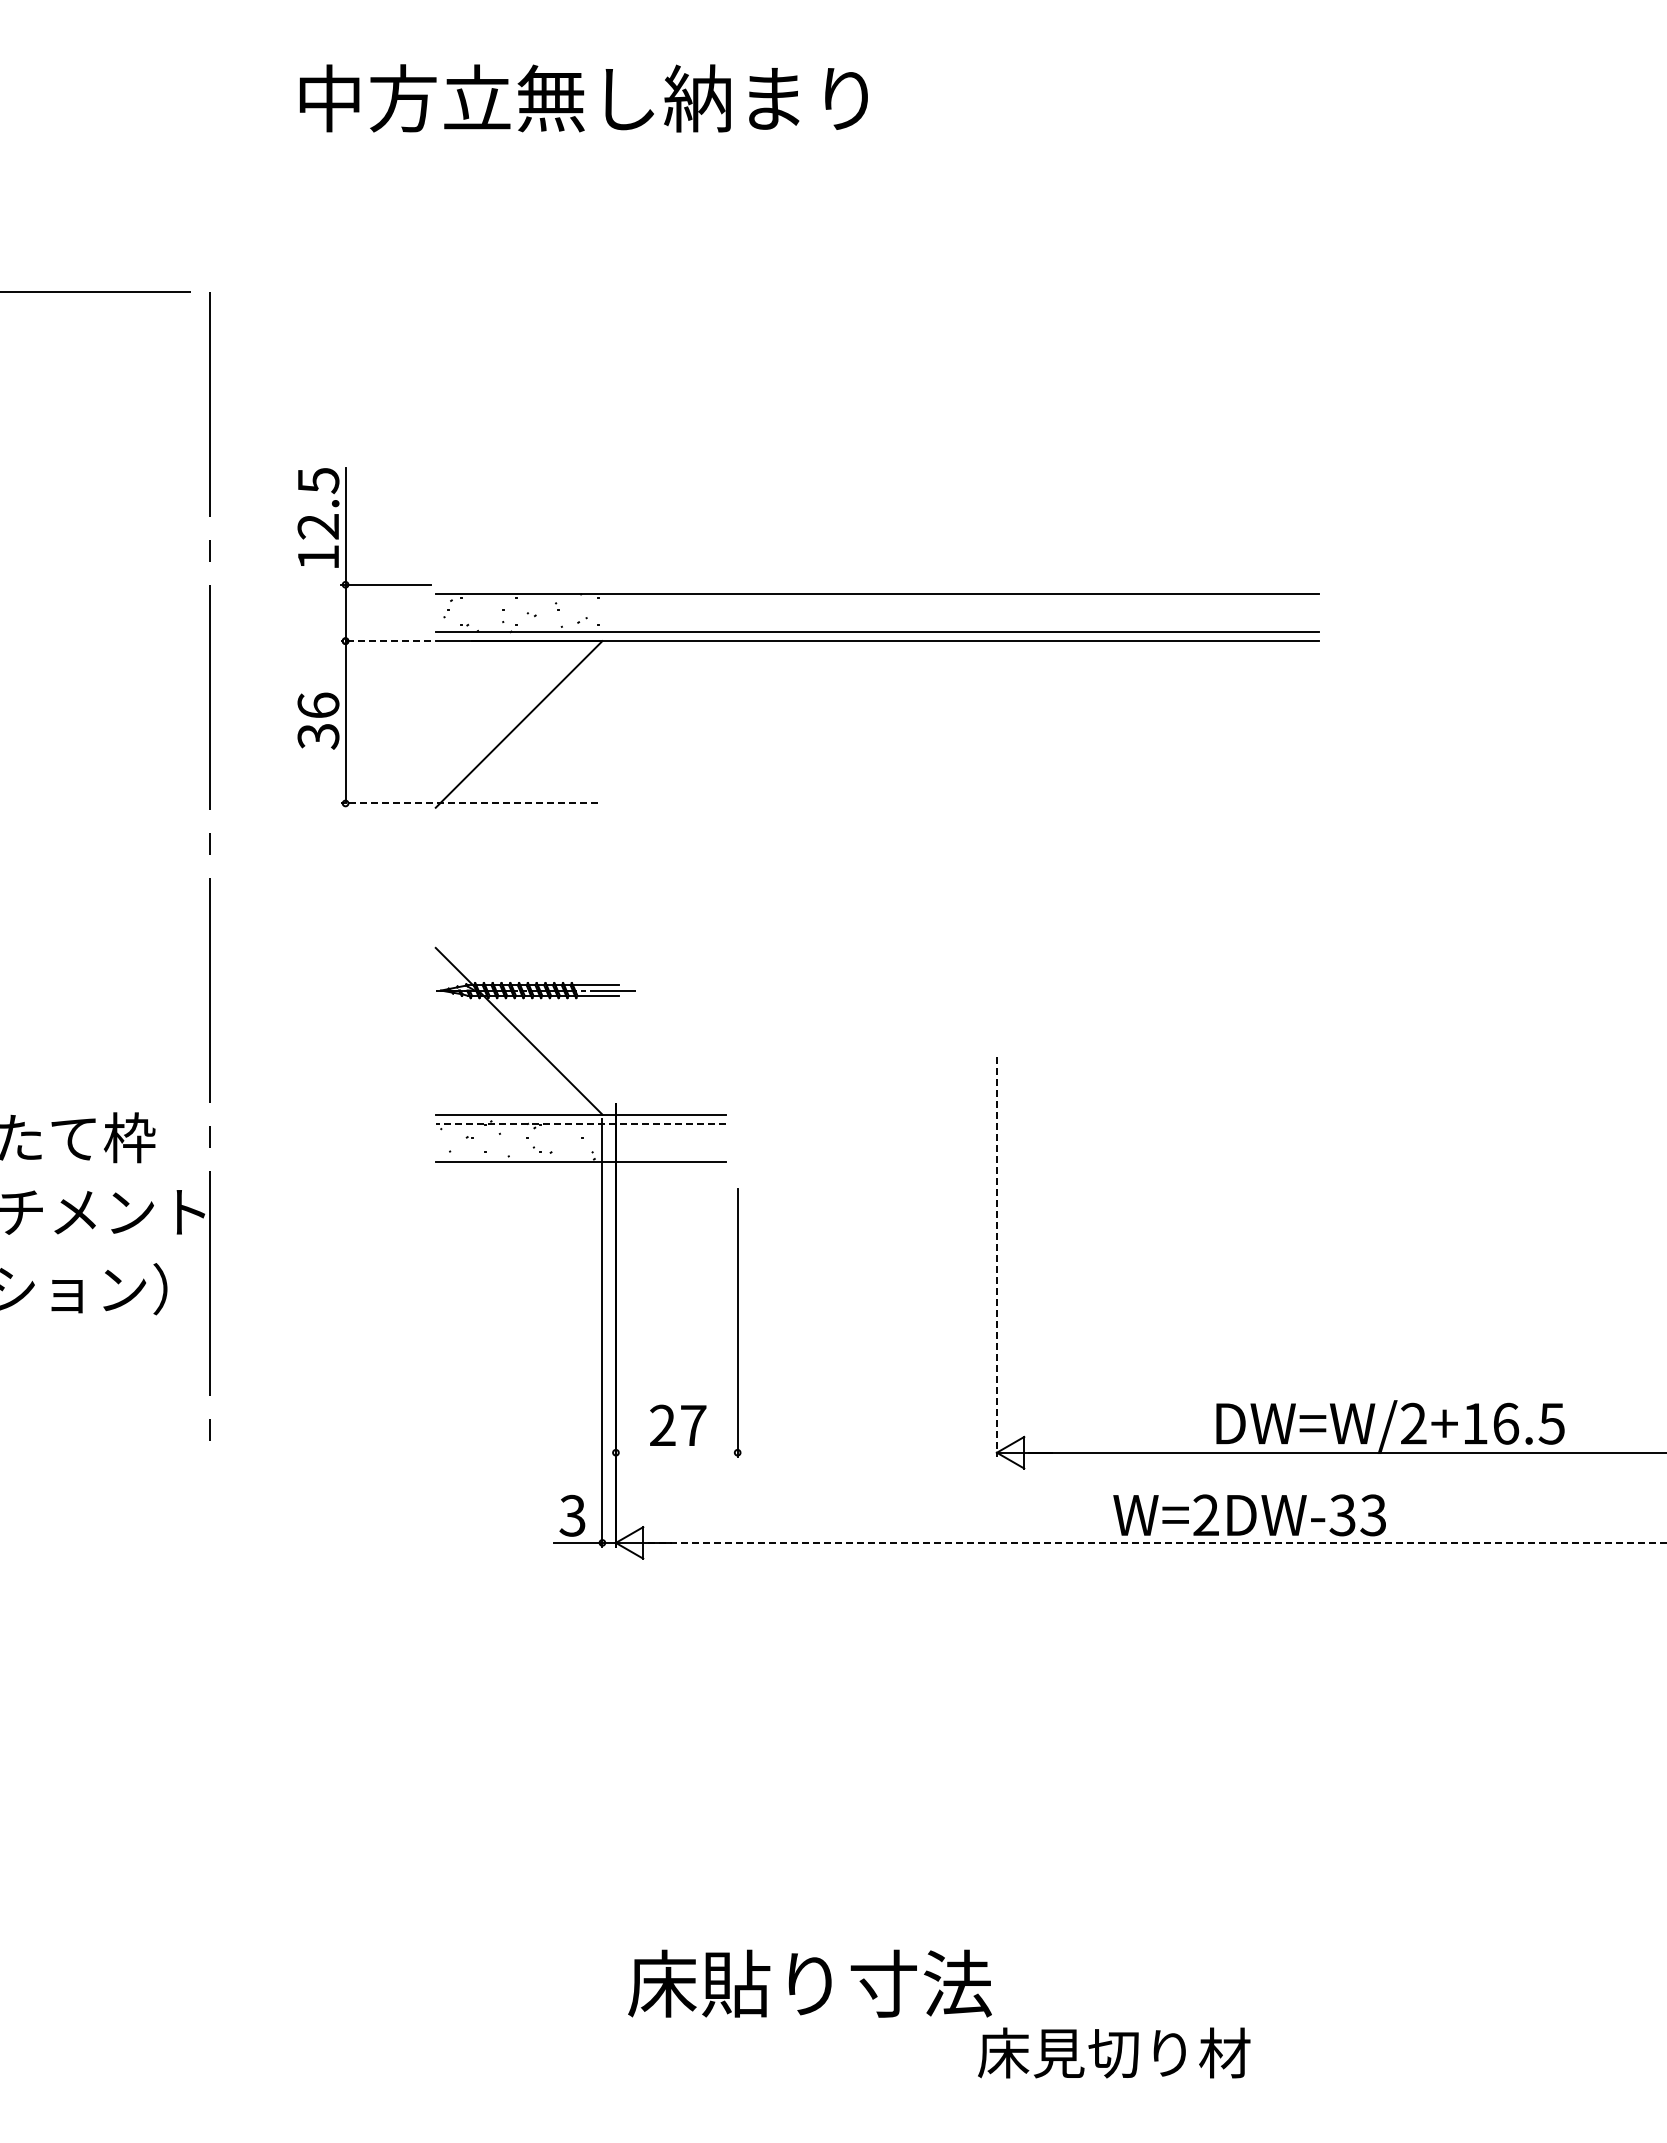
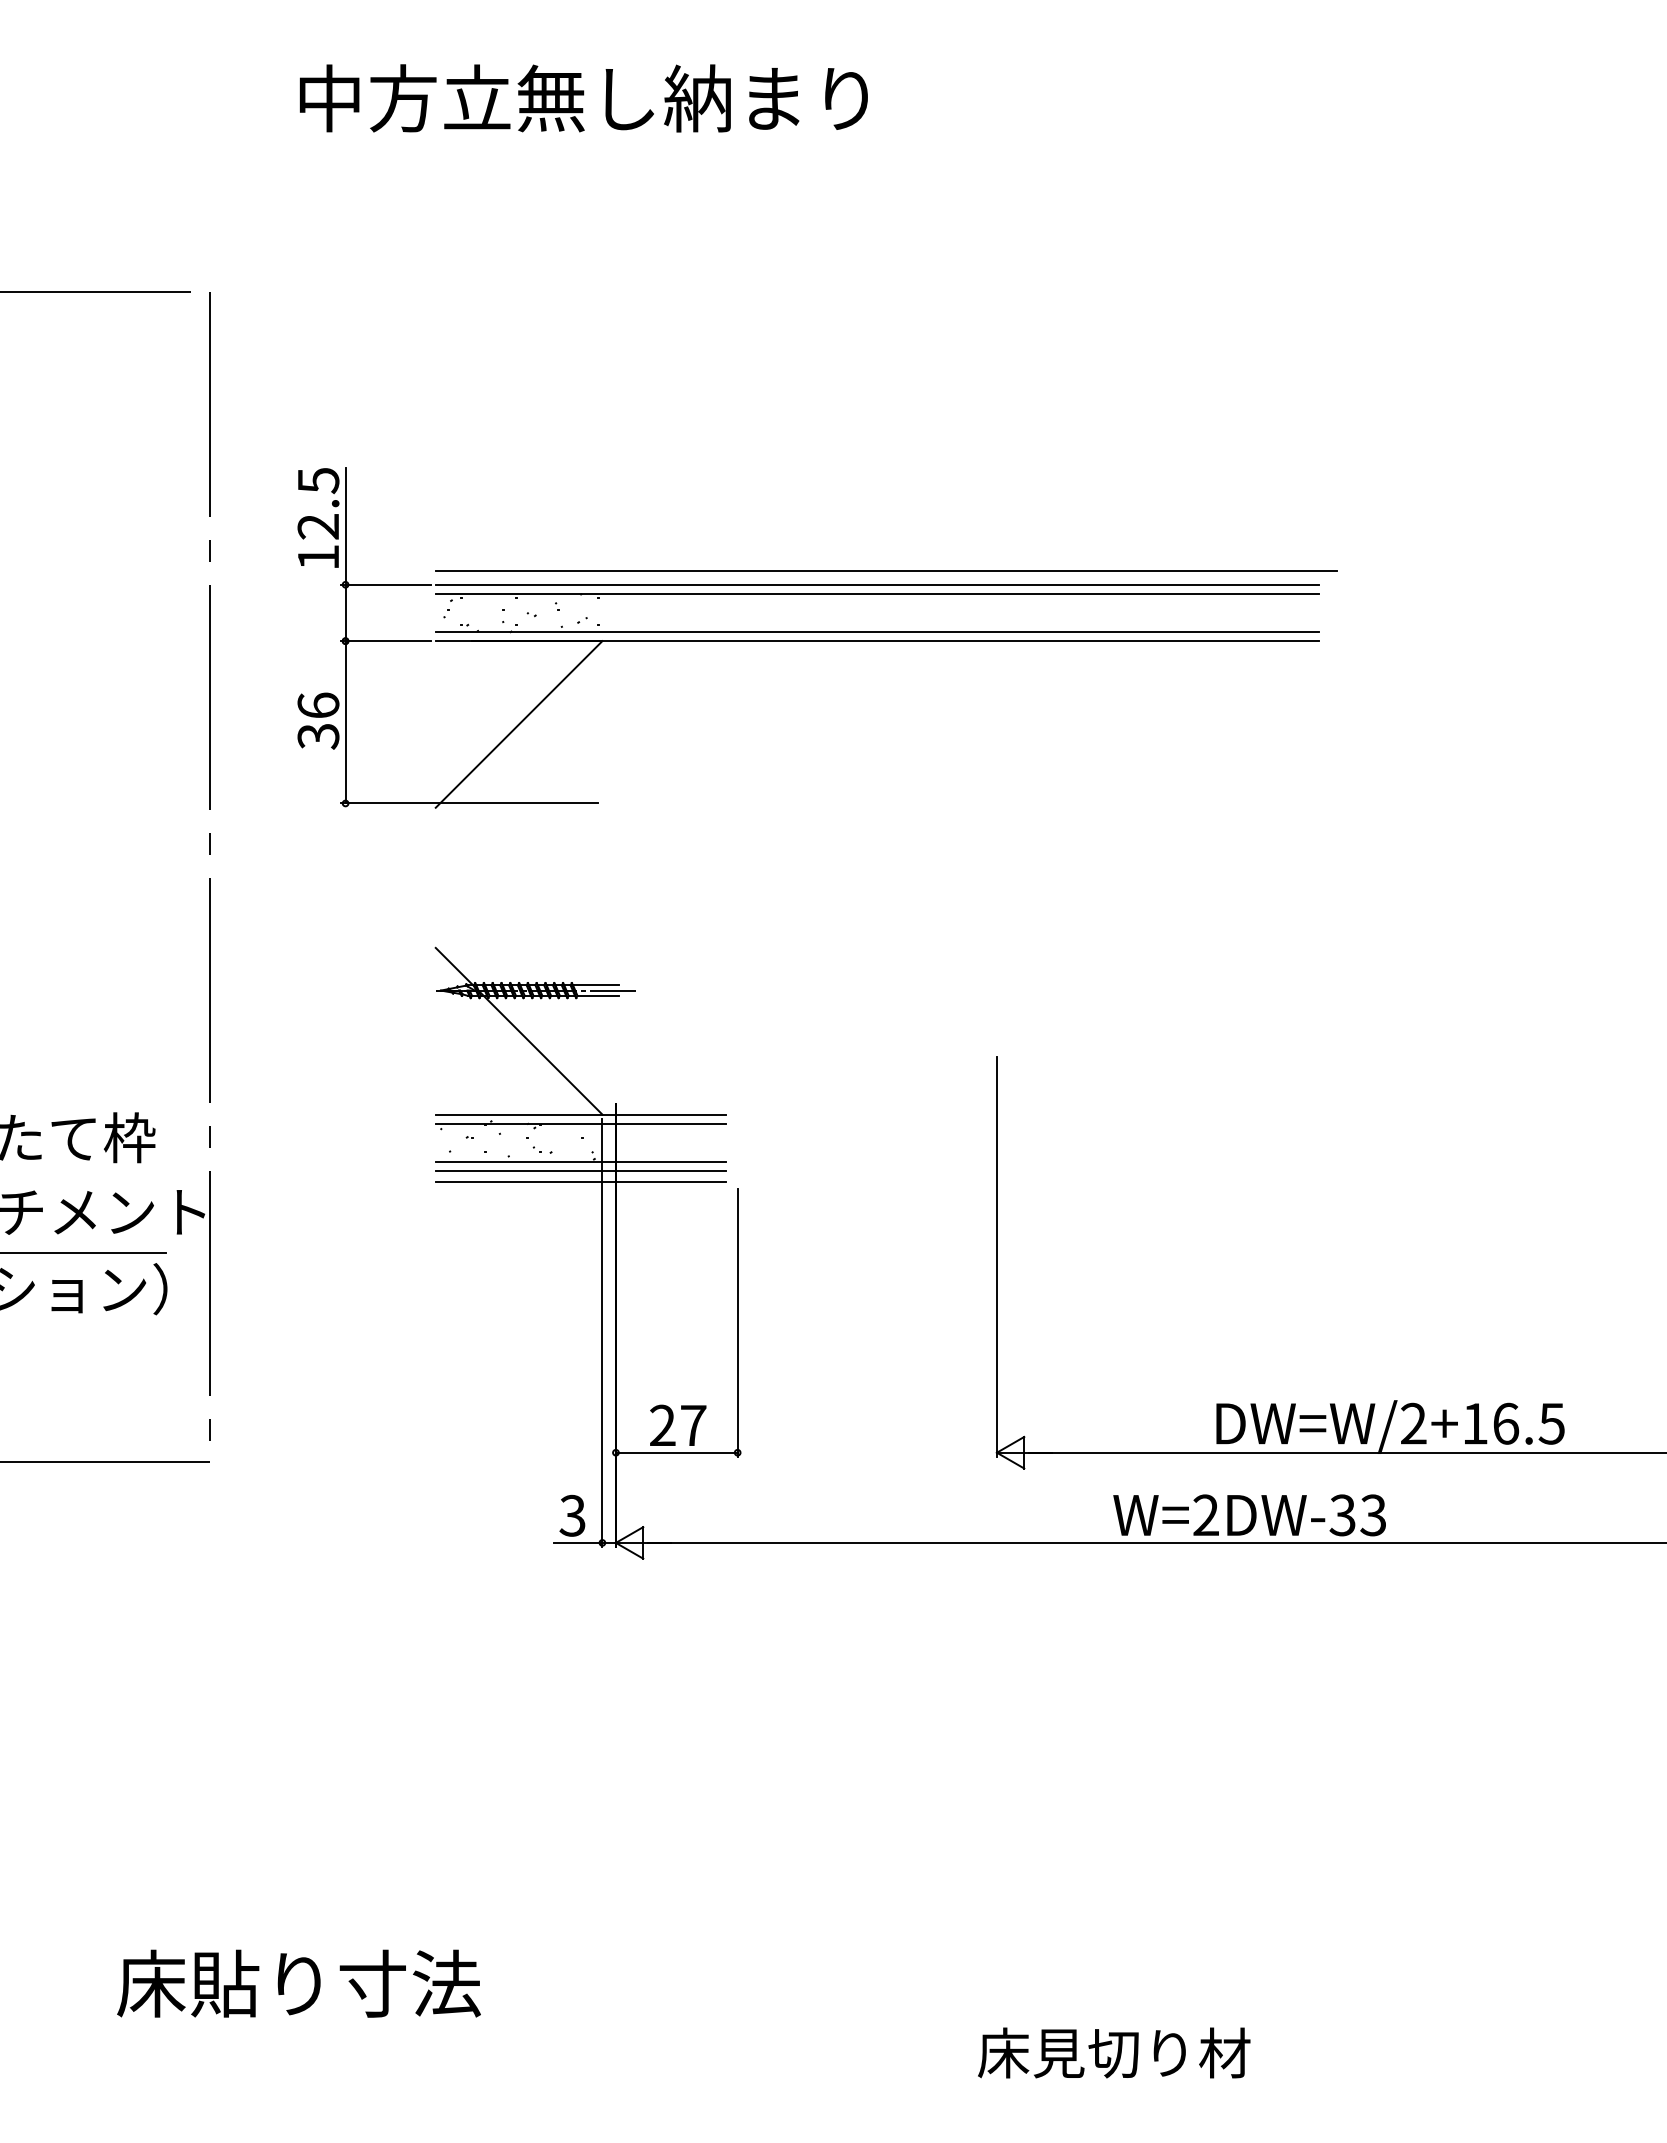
line at (885, 571): none -> present
line at (877, 584): none -> present
line at (385, 641): dashed -> solid
line at (468, 803): dashed -> solid
line at (580, 1123): dashed -> solid
line at (580, 1170): none -> present
line at (580, 1182): none -> present
line at (84, 1253): none -> present
line at (996, 1257): dashed -> solid
line at (676, 1452): none -> present
line at (106, 1461): none -> present
line at (1157, 1542): dashed -> solid
text at (809, 1983) position: (809, 1983) -> (298, 1983)
